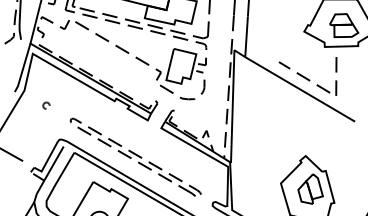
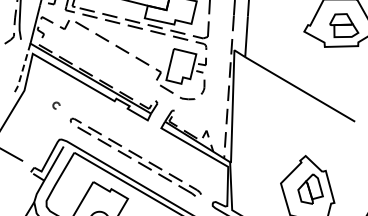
line at (23, 68): solid -> dashed
line at (306, 77): present -> none
part at (46, 105) position: (46, 105) -> (56, 105)
